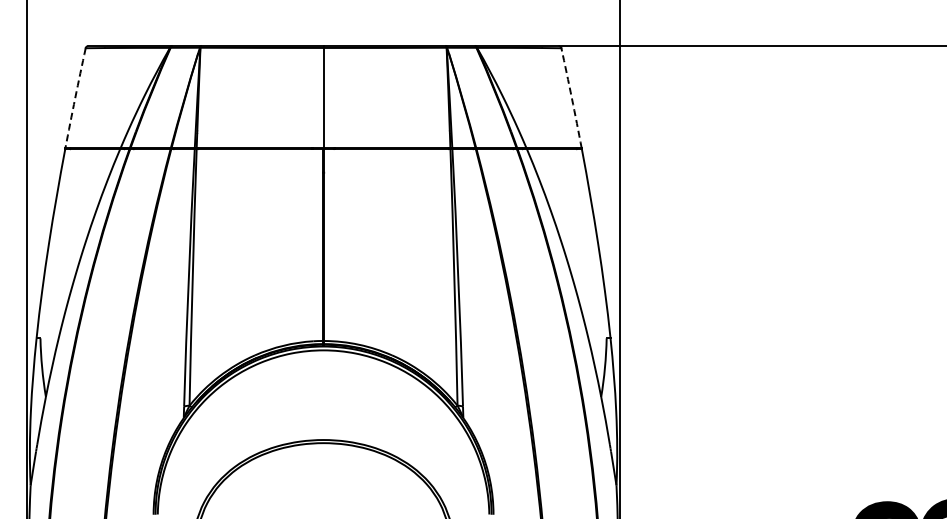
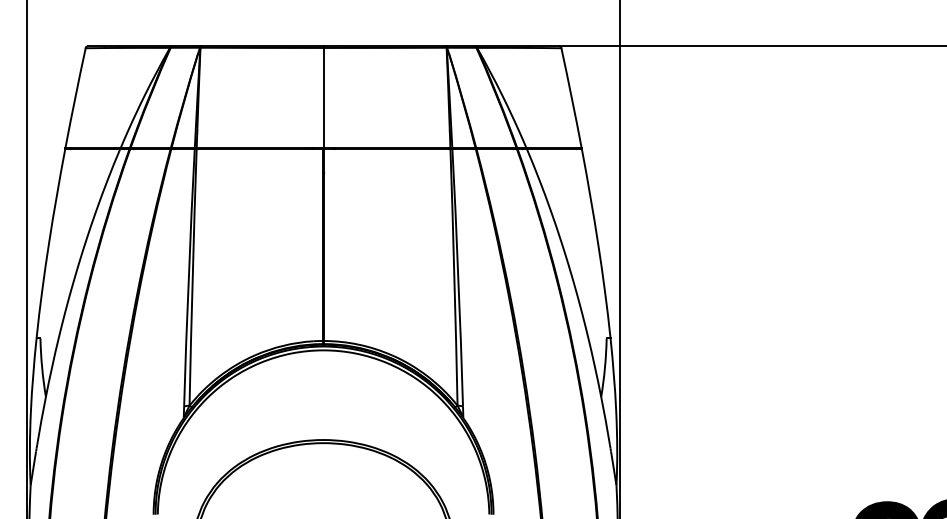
arc at (75, 98): dashed -> solid
arc at (571, 98): dashed -> solid
